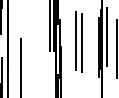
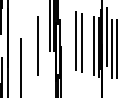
line at (37, 46): none -> present
line at (93, 46): none -> present
line at (112, 49): none -> present
